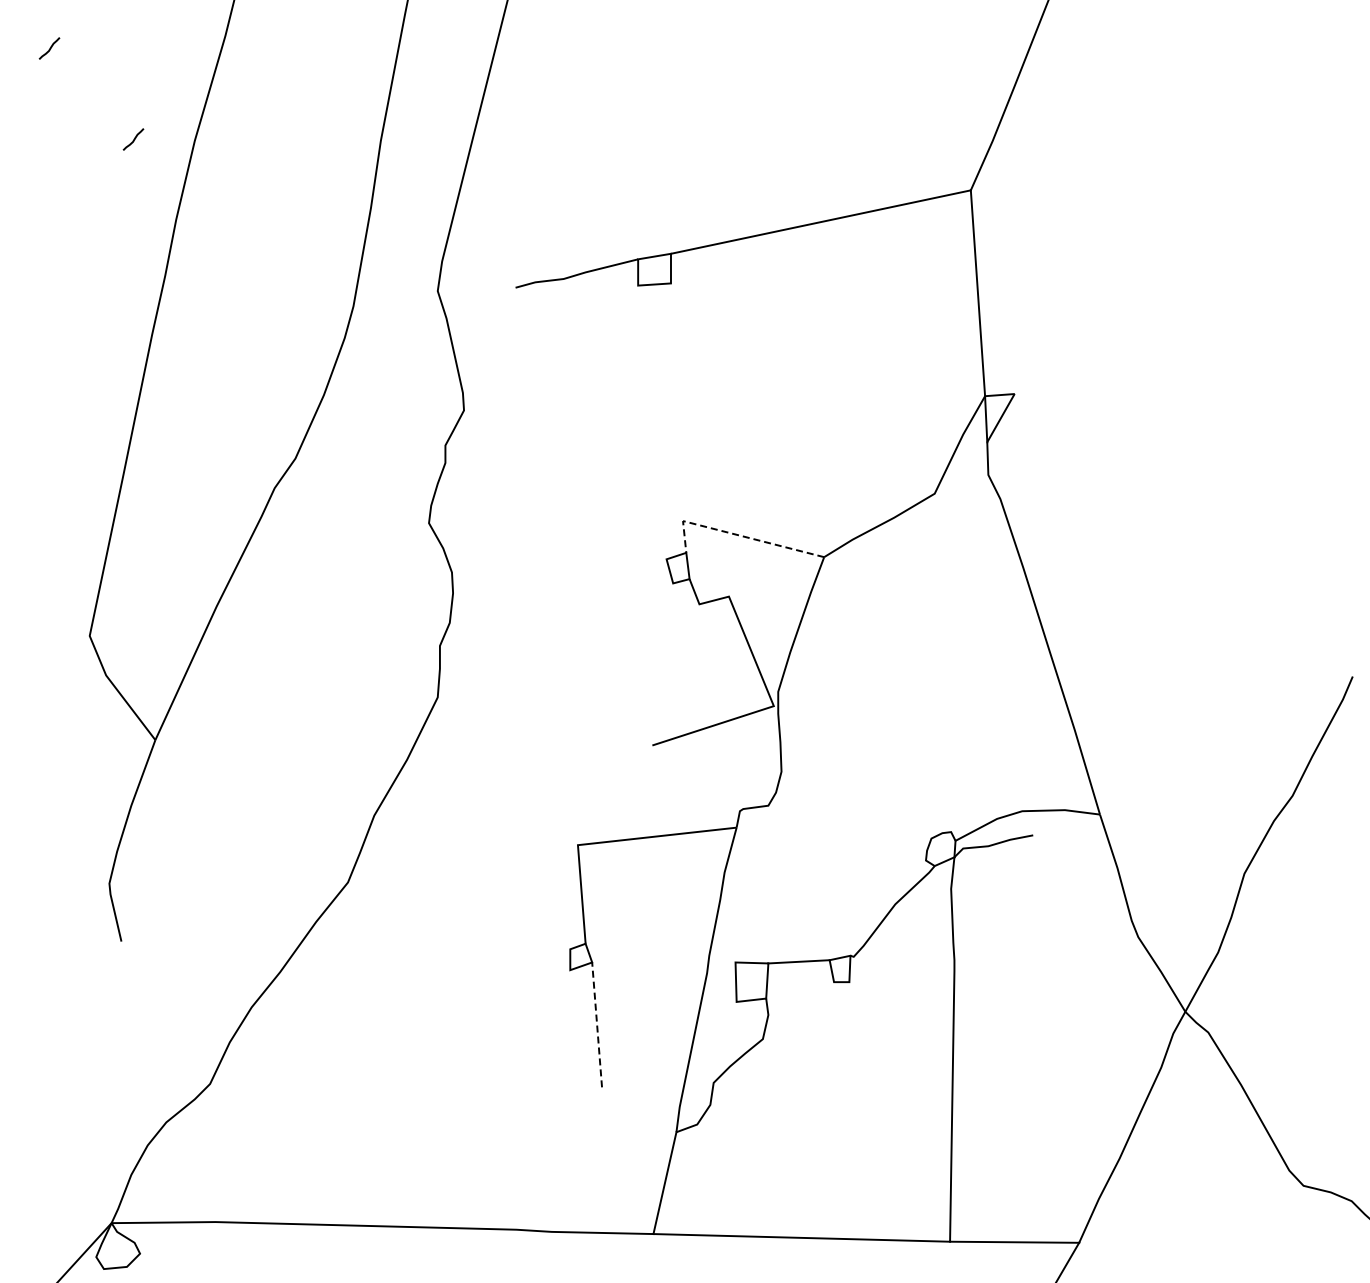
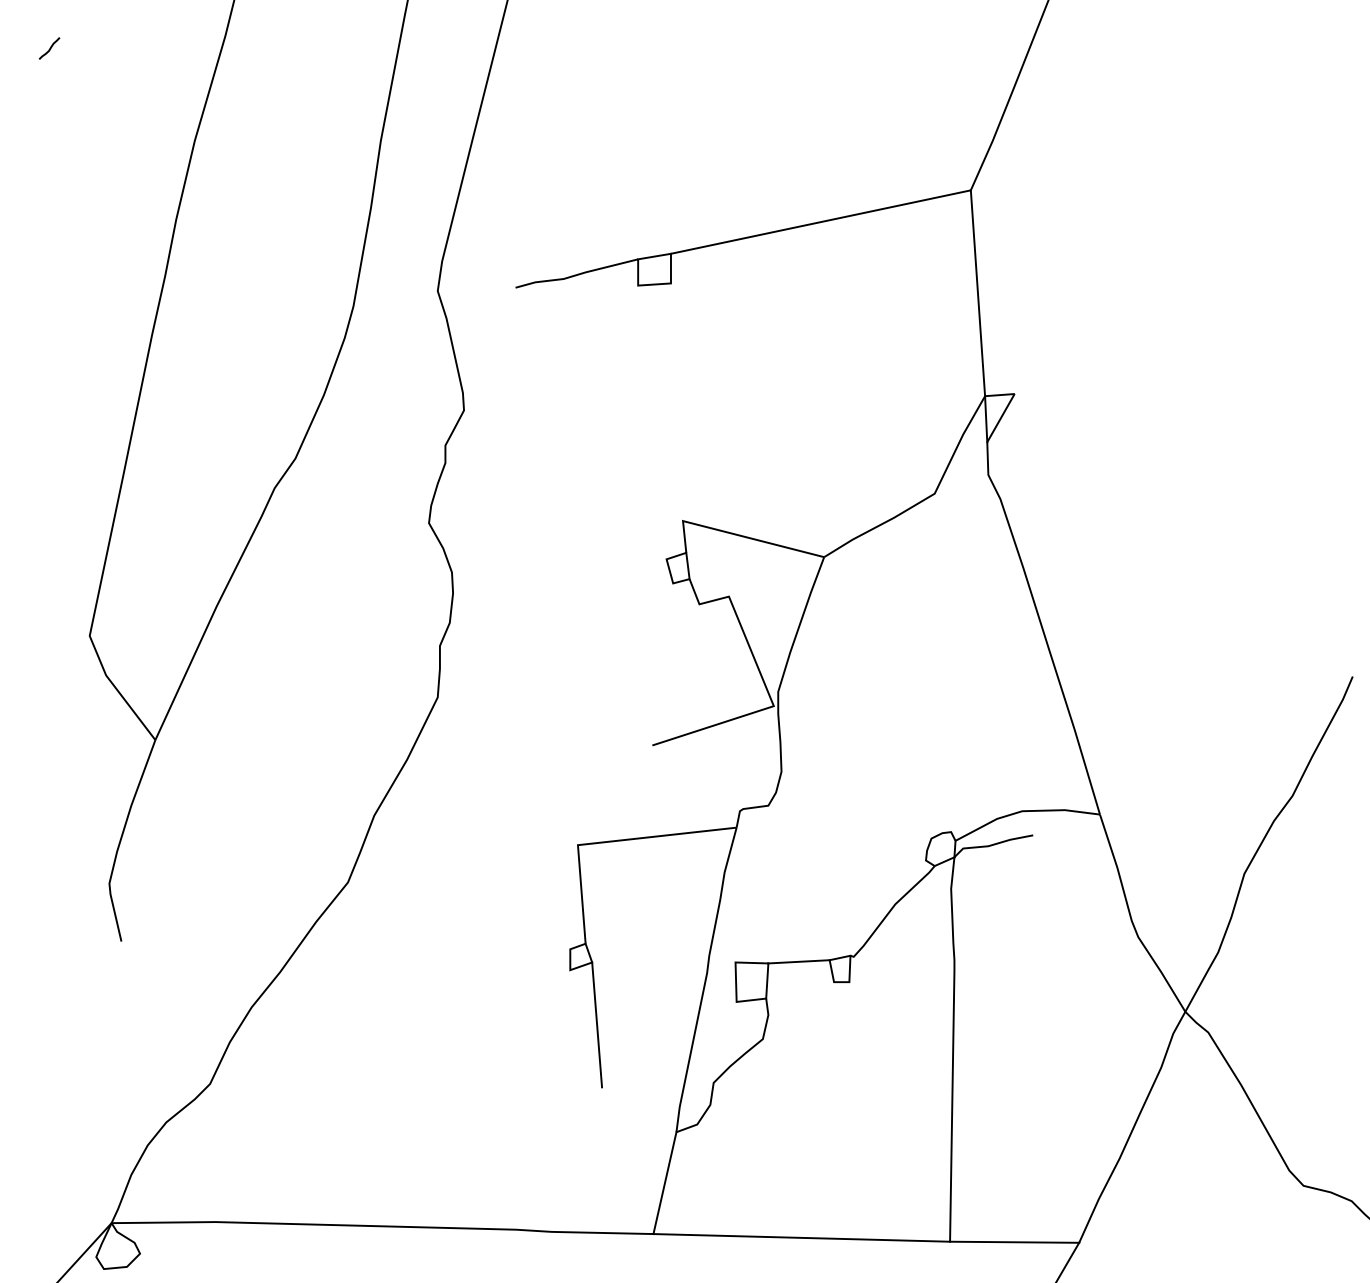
line at (133, 139): present -> none
line at (737, 534): dashed -> solid
line at (597, 1024): dashed -> solid
